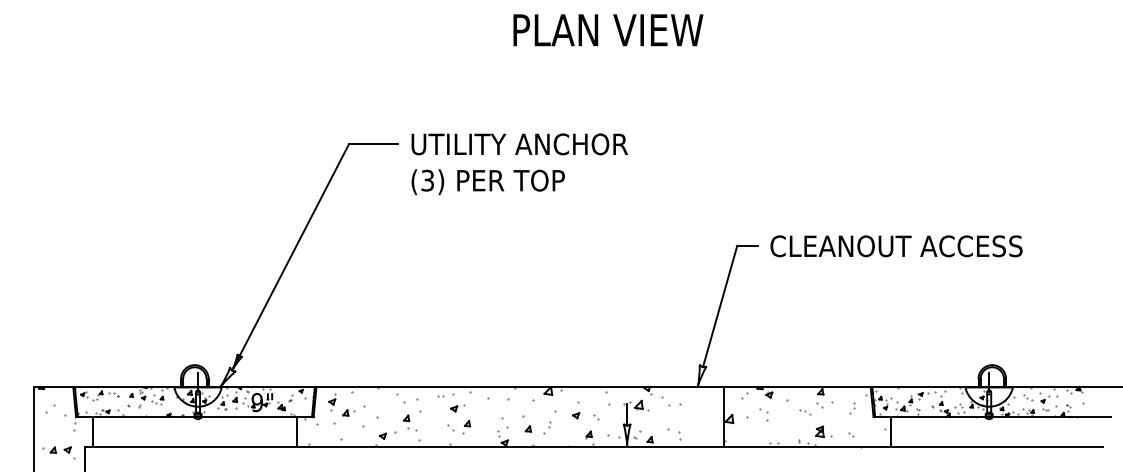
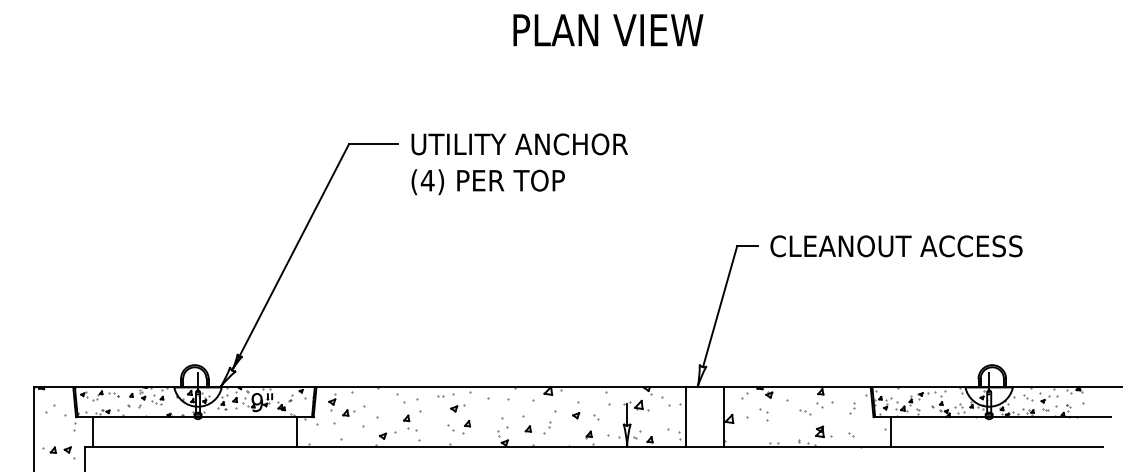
text at (427, 180): (3) -> (4)
line at (686, 416): none -> present
